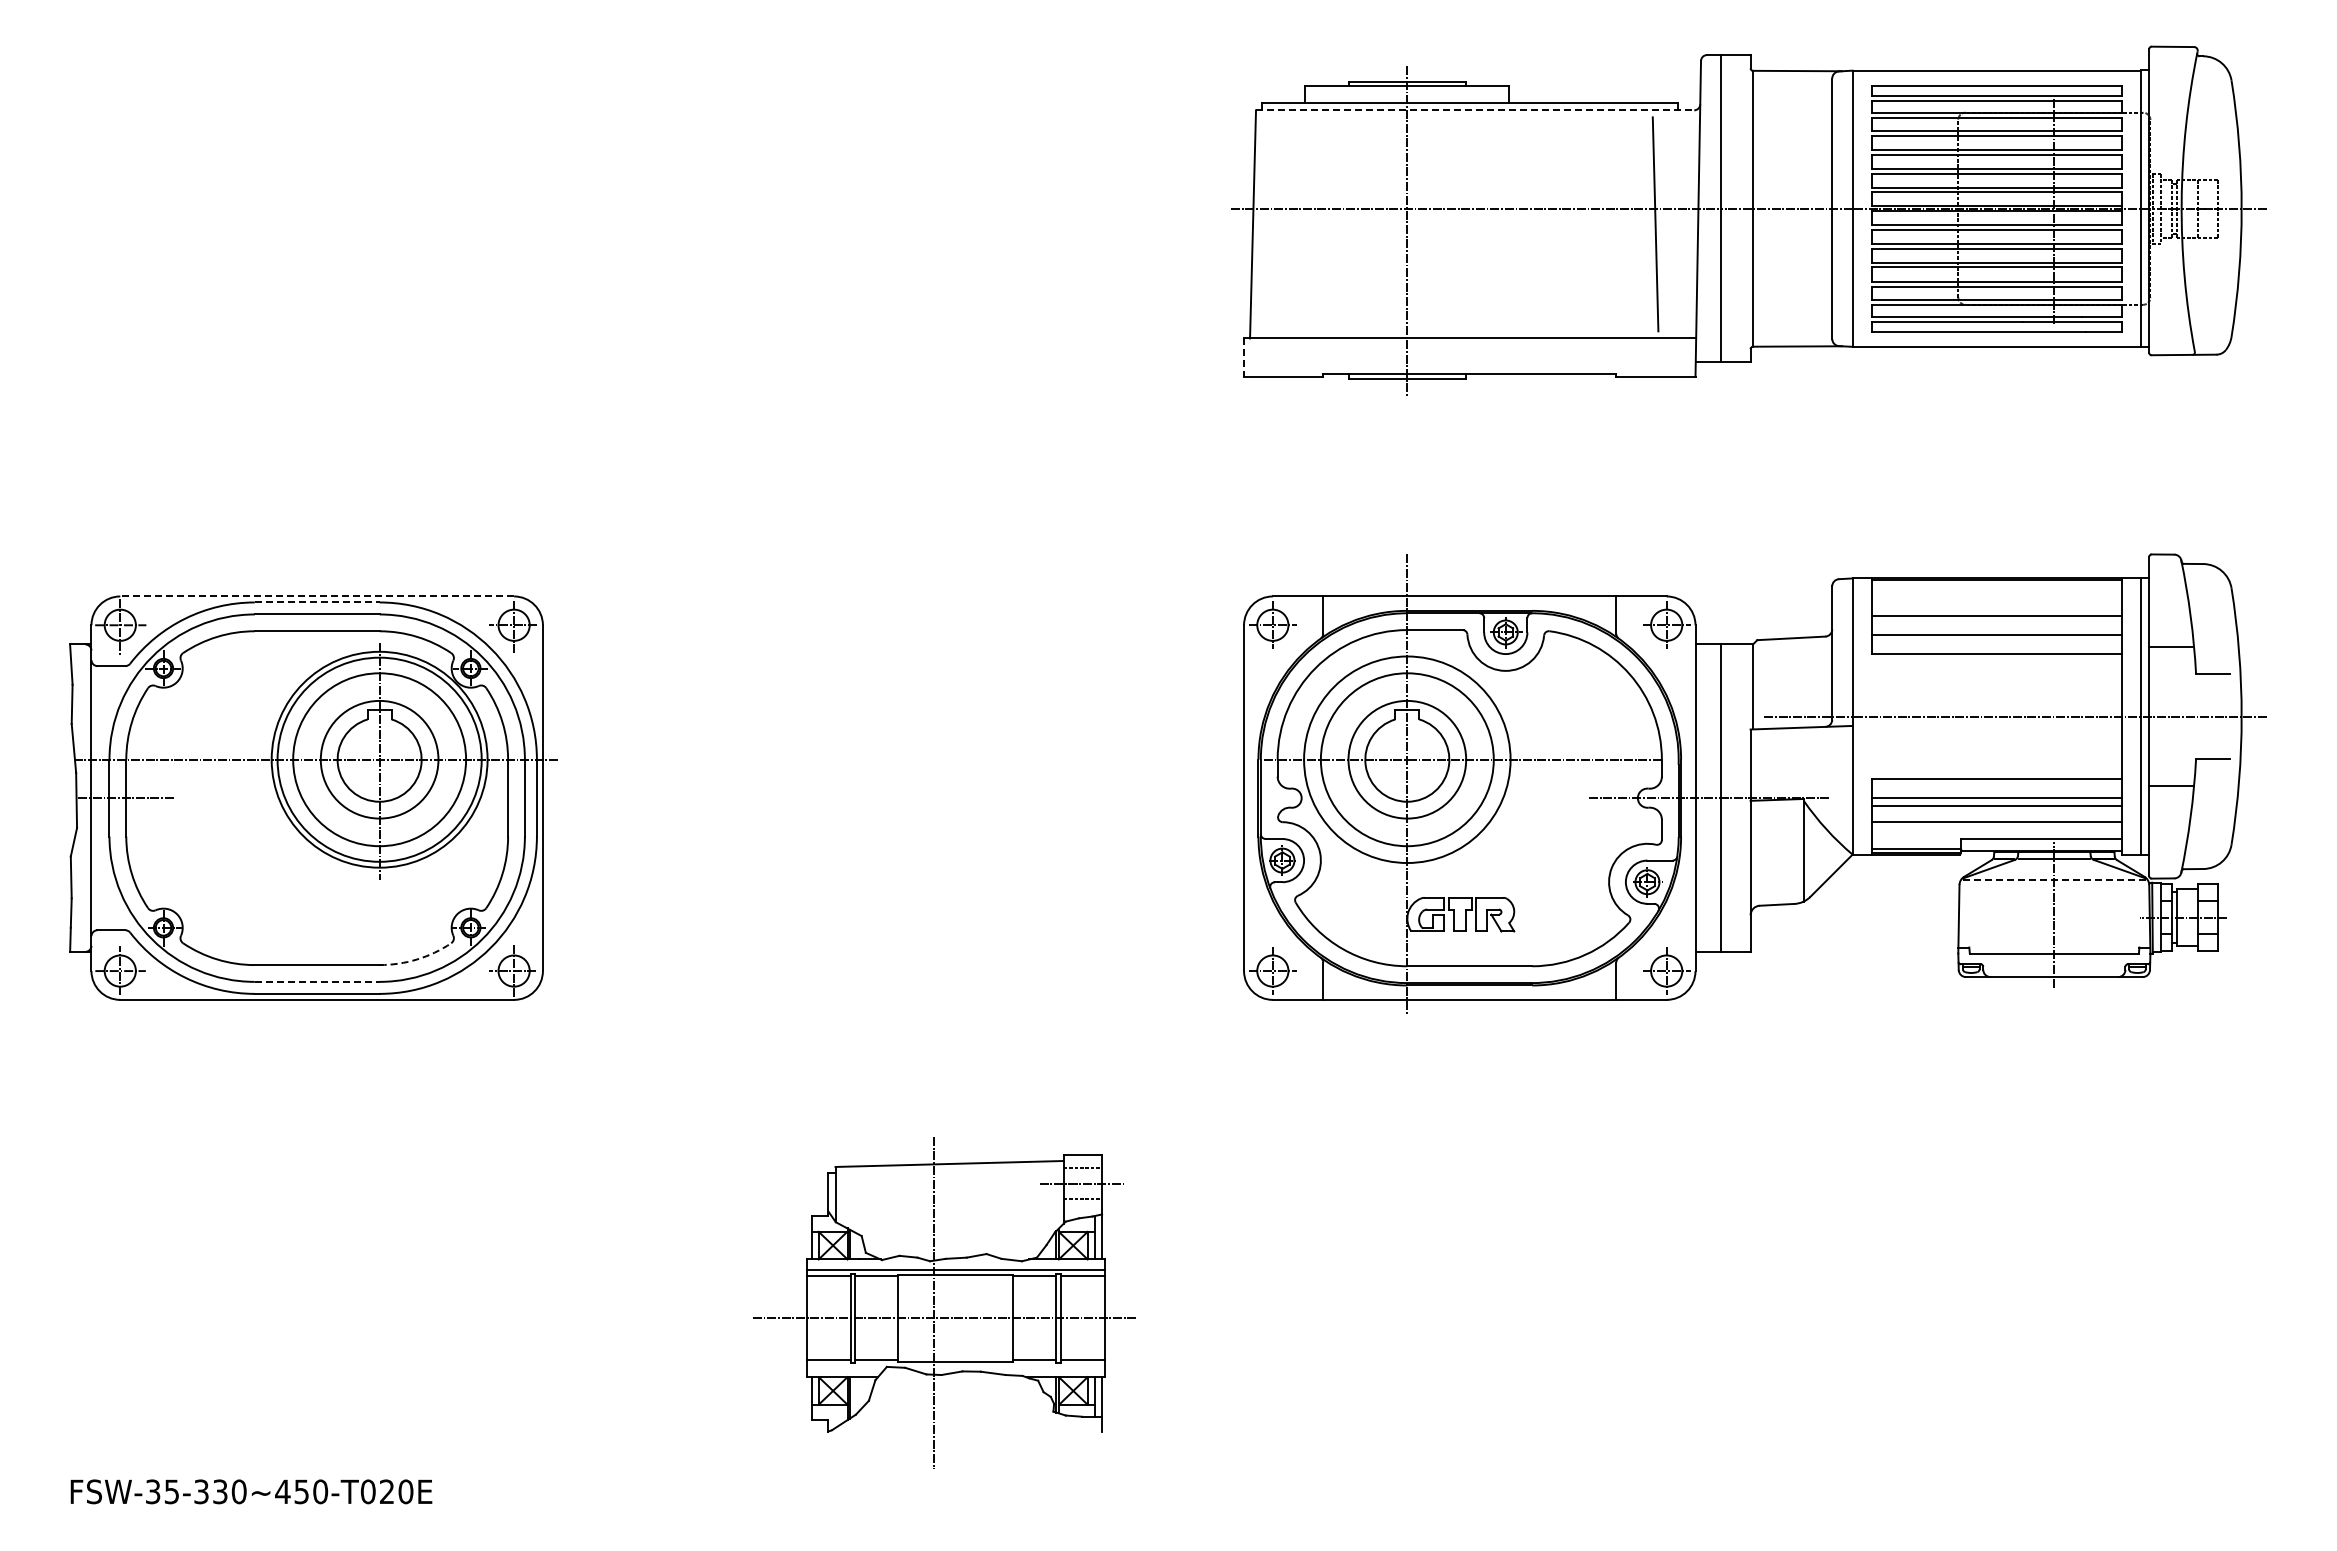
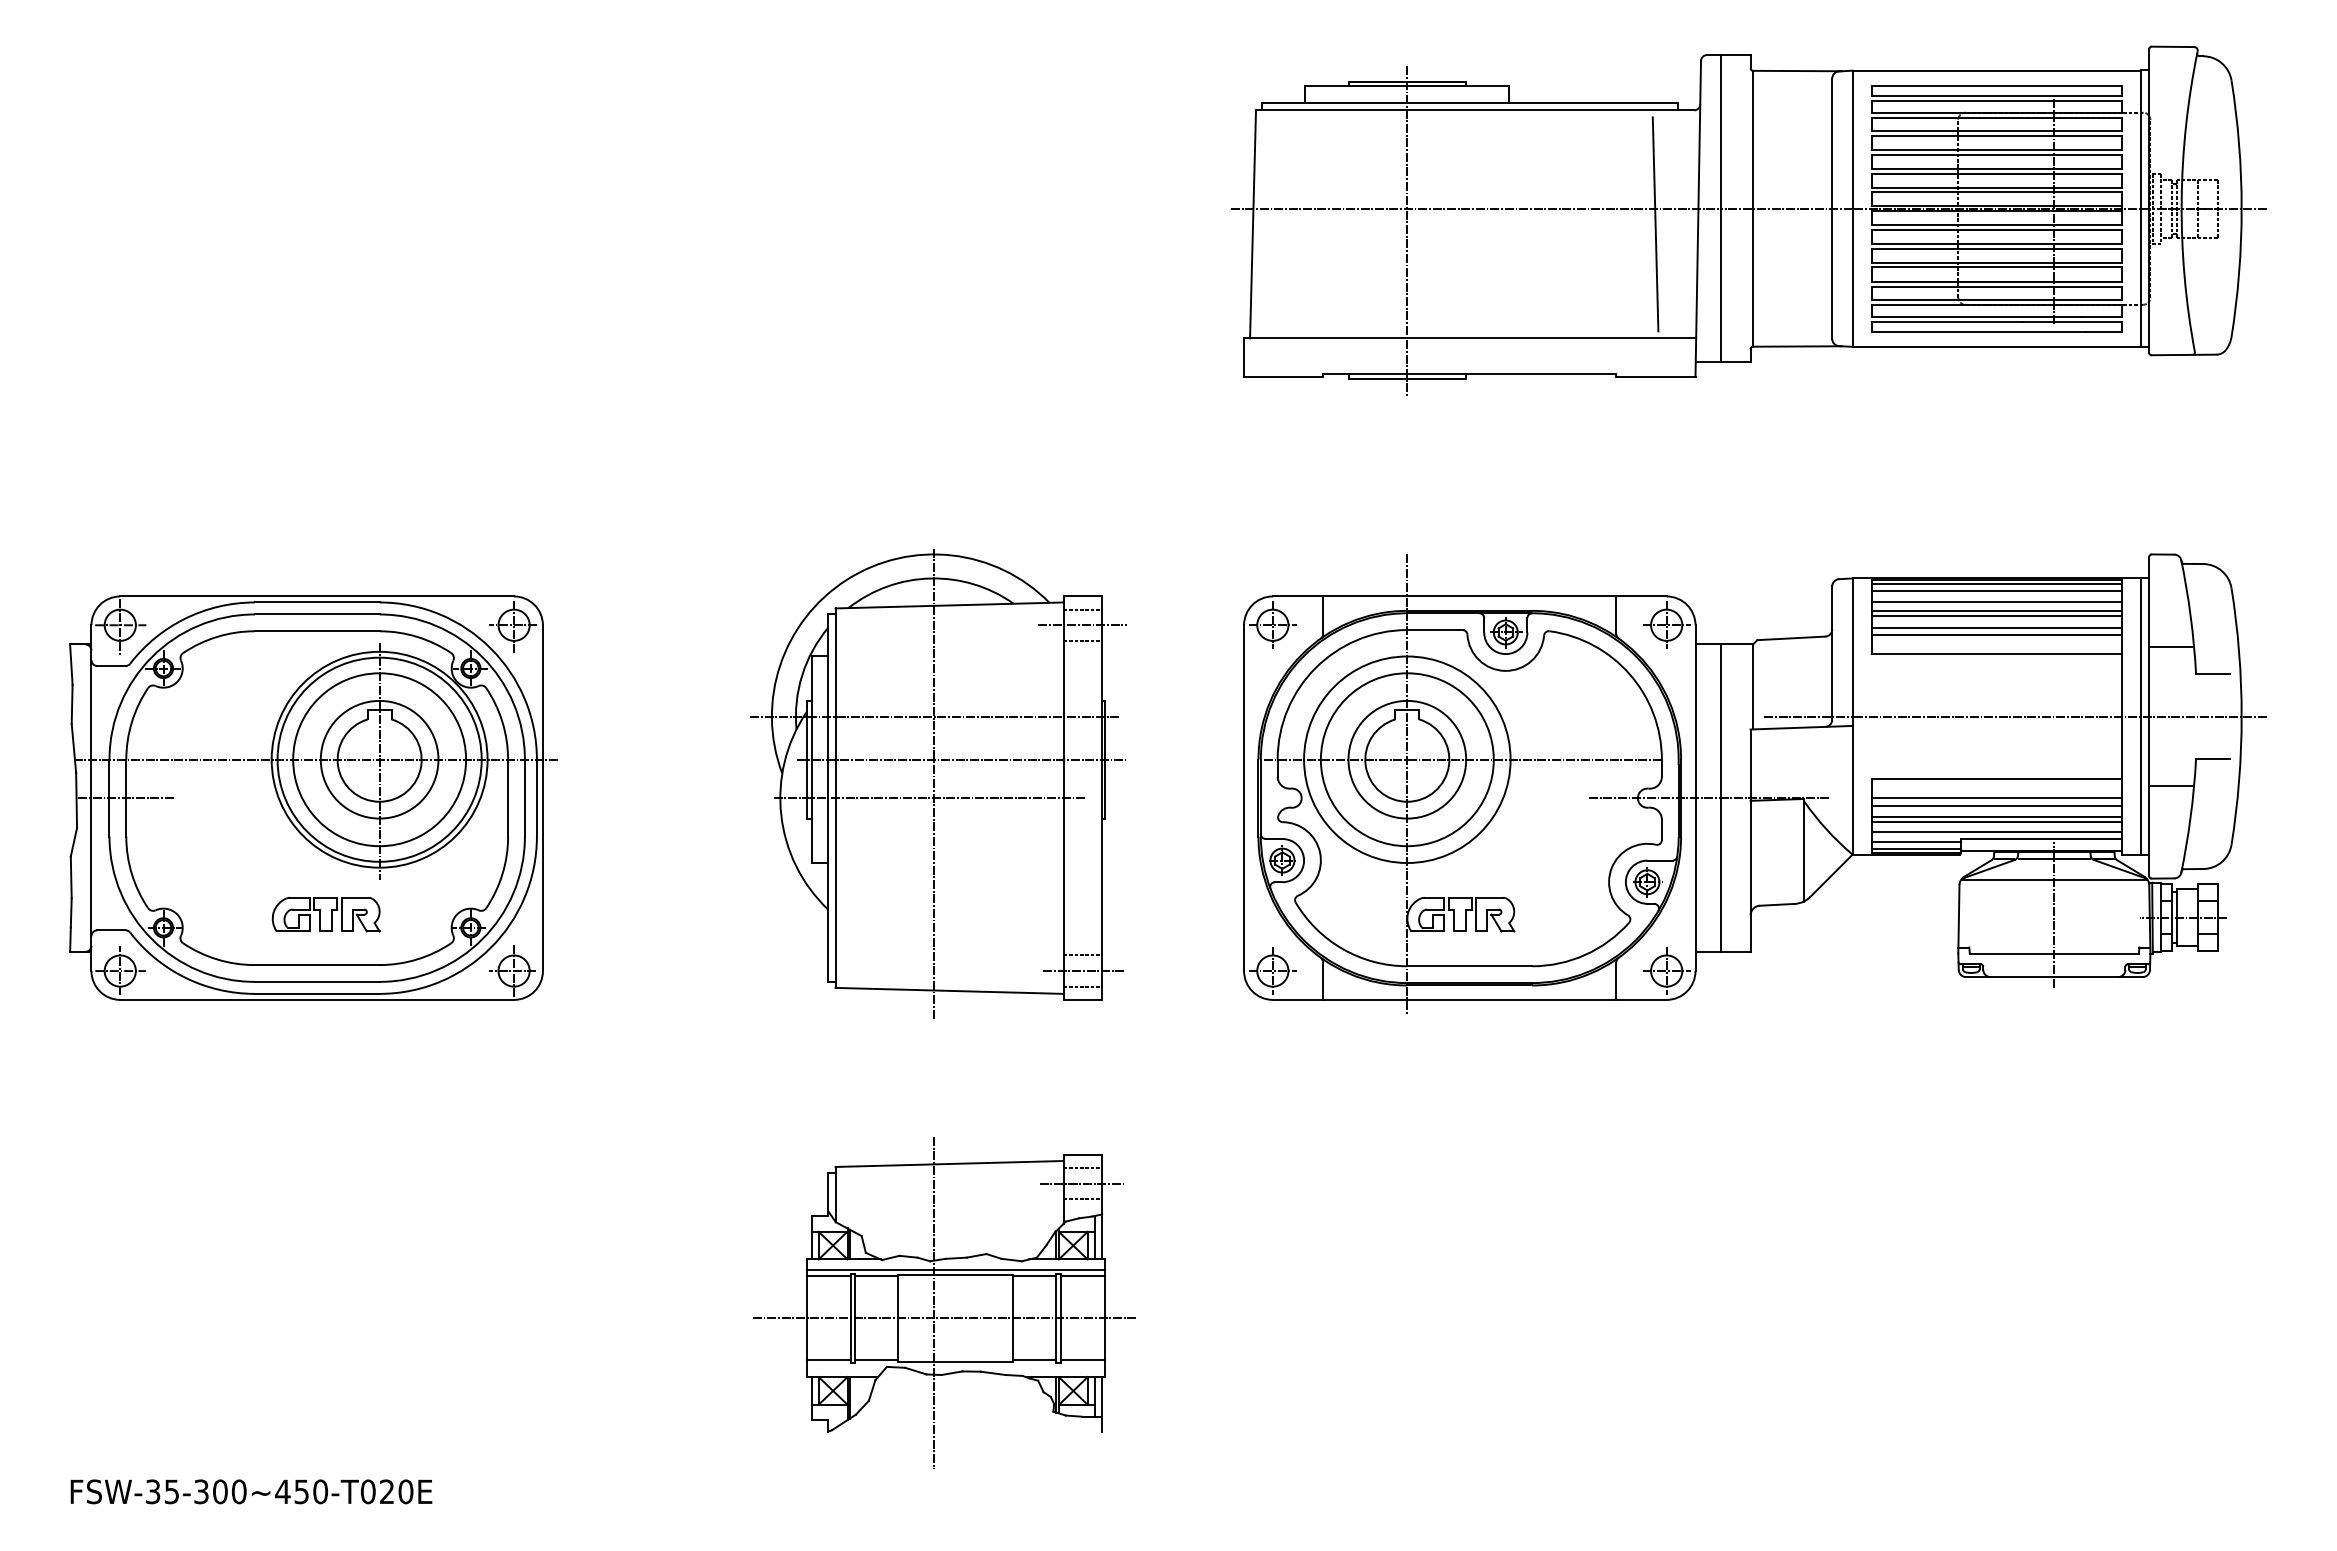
line at (1475, 110): dashed -> solid
line at (1244, 358): dashed -> solid
line at (1996, 583): none -> present
line at (1996, 590): none -> present
line at (317, 596): dashed -> solid
line at (1996, 601): none -> present
line at (317, 602): dashed -> solid
line at (1996, 611): none -> present
line at (1996, 627): none -> present
part at (938, 783): none -> present
line at (1996, 817): none -> present
line at (1996, 831): none -> present
line at (1915, 842): none -> present
line at (2053, 879): dashed -> solid
part at (325, 914): none -> present
arc at (417, 959): dashed -> solid
line at (317, 981): dashed -> solid
text at (220, 1491): FSW-35-330~450-T020E -> FSW-35-300~450-T020E
